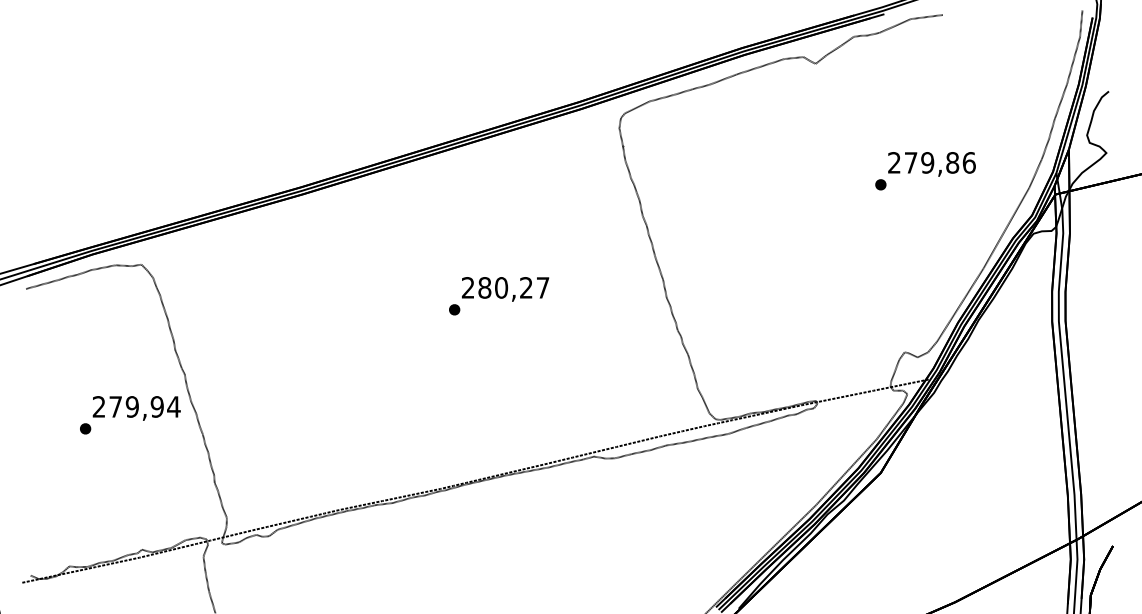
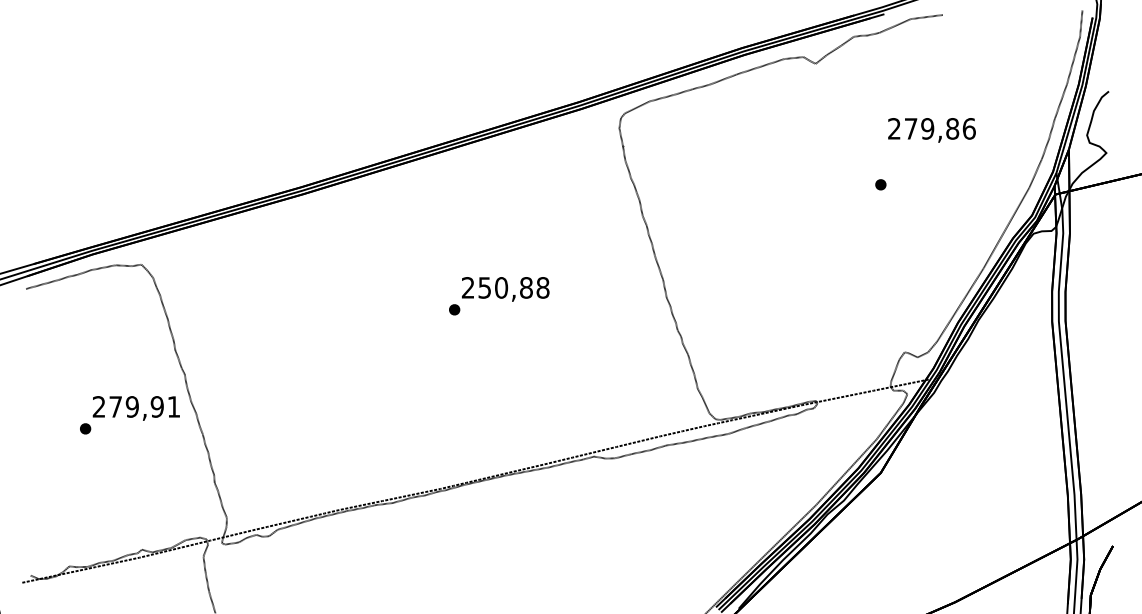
text at (931, 164) position: (931, 164) -> (931, 130)
text at (513, 287): 280,27 -> 250,88
text at (173, 406): 279,94 -> 279,91
